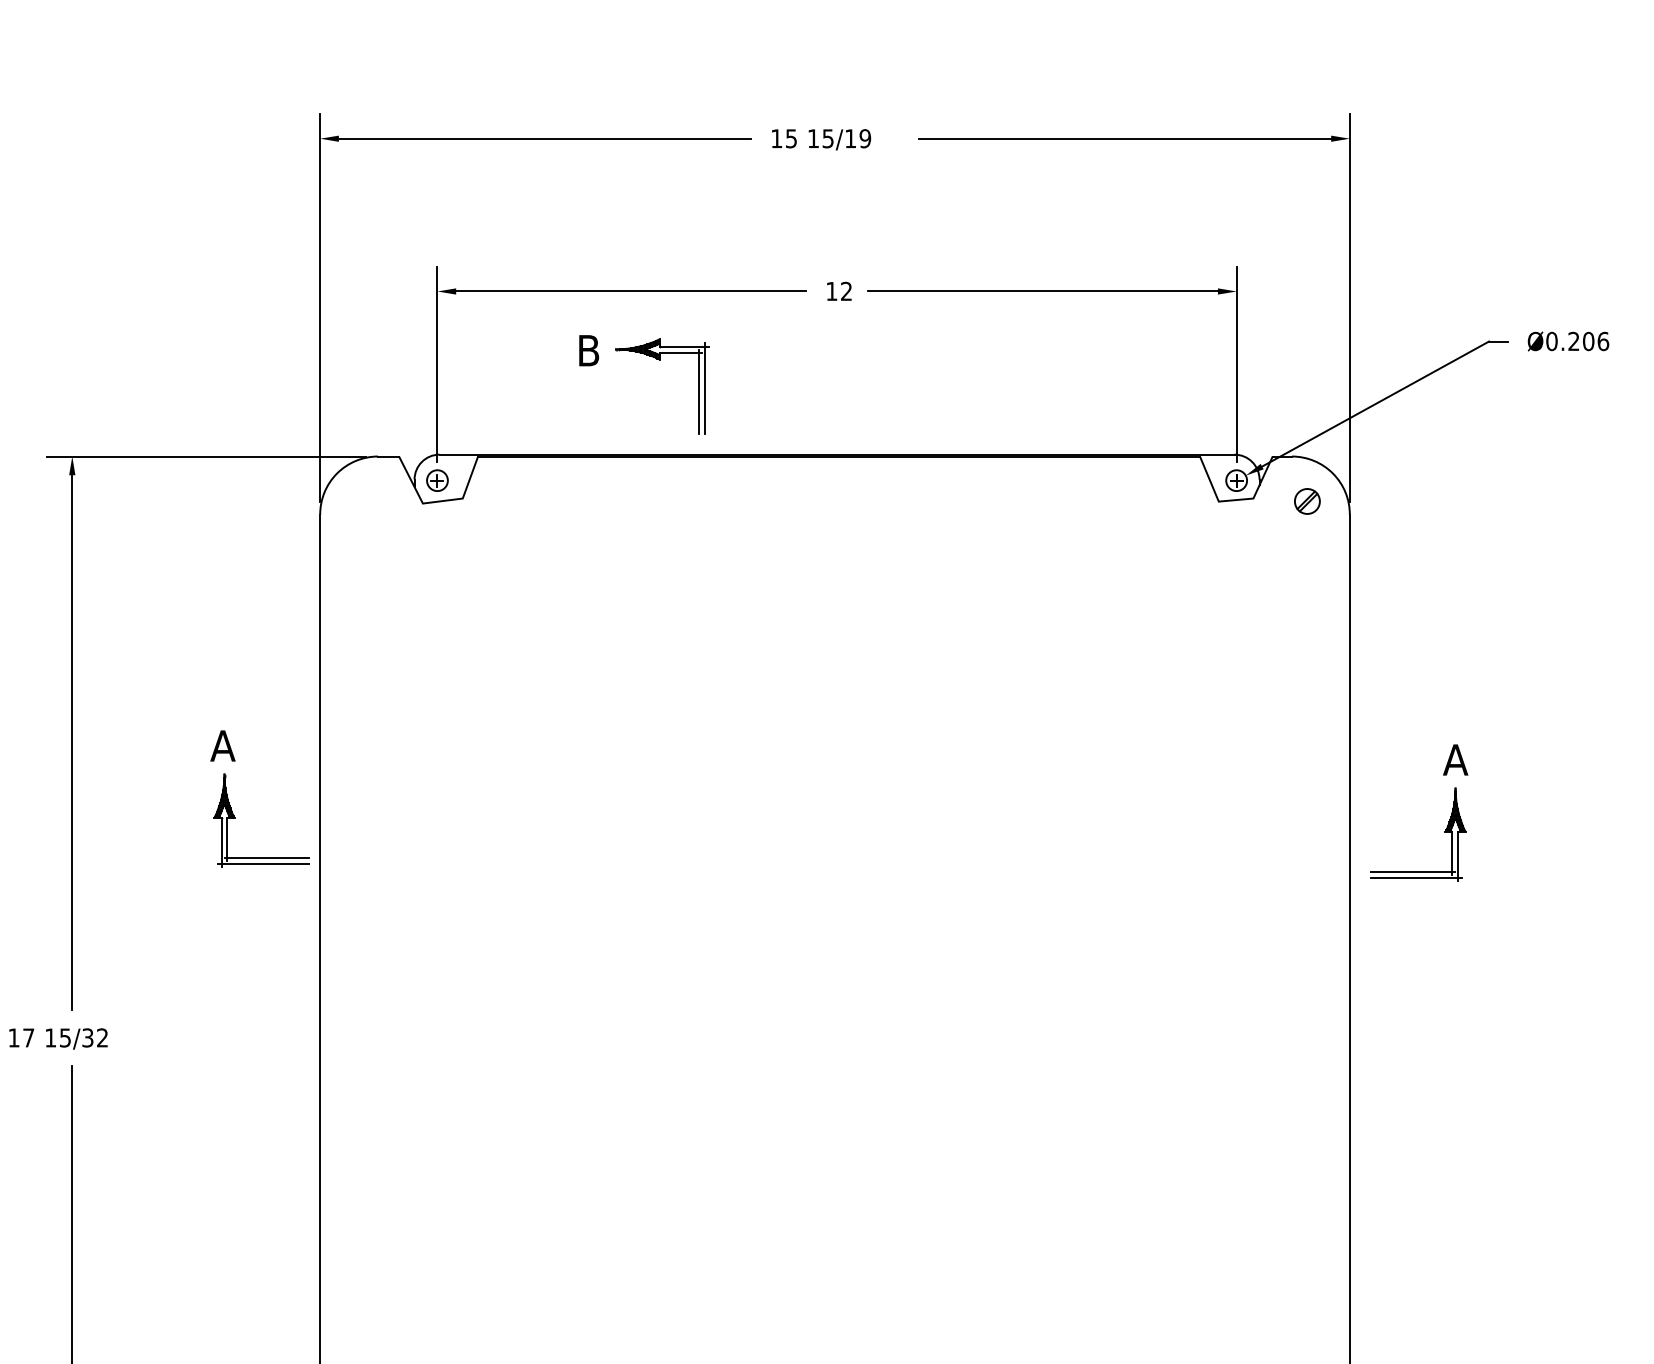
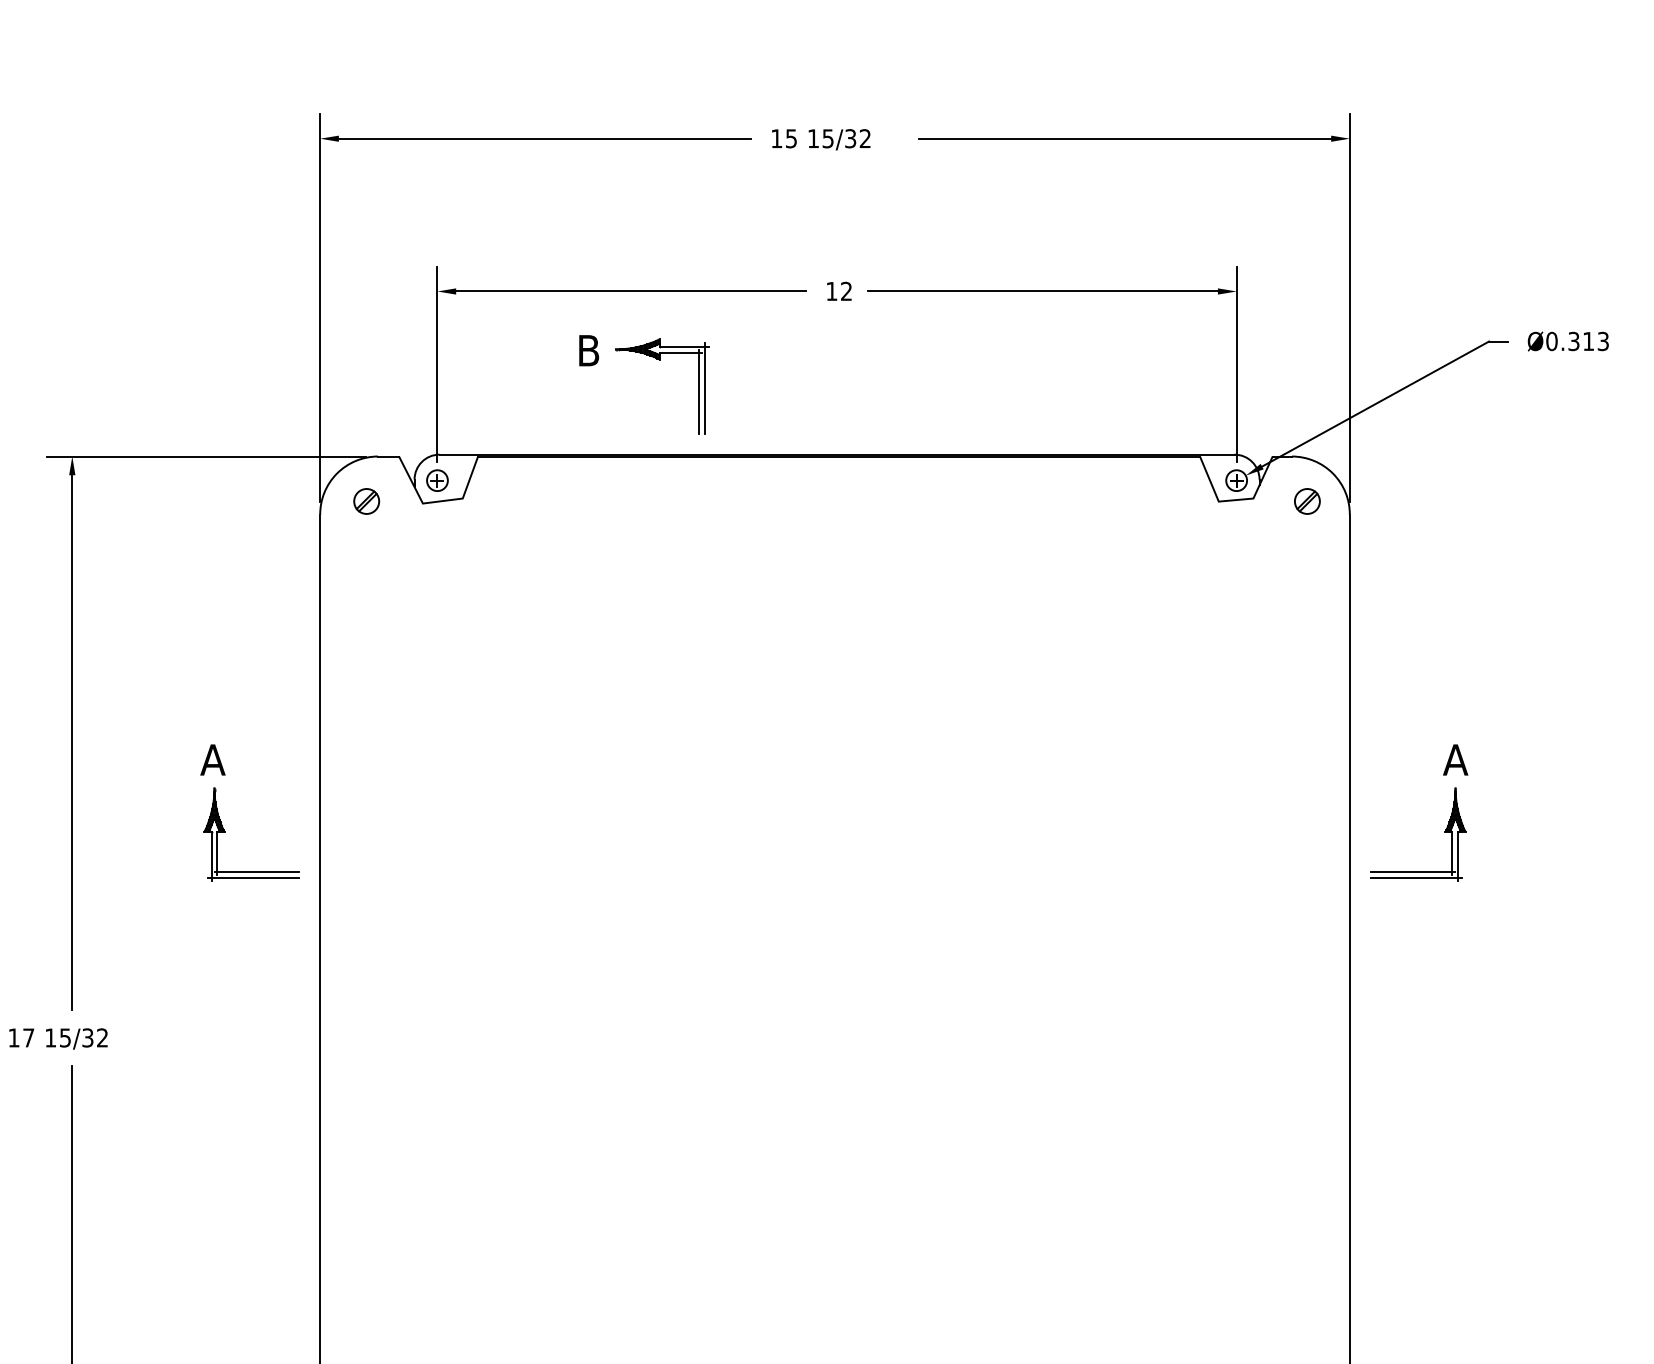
text at (858, 138): 15/19 -> 15/32
text at (1588, 341): Ø0.206 -> Ø0.313
part at (366, 501): none -> present
part at (231, 807) position: (231, 807) -> (221, 821)
